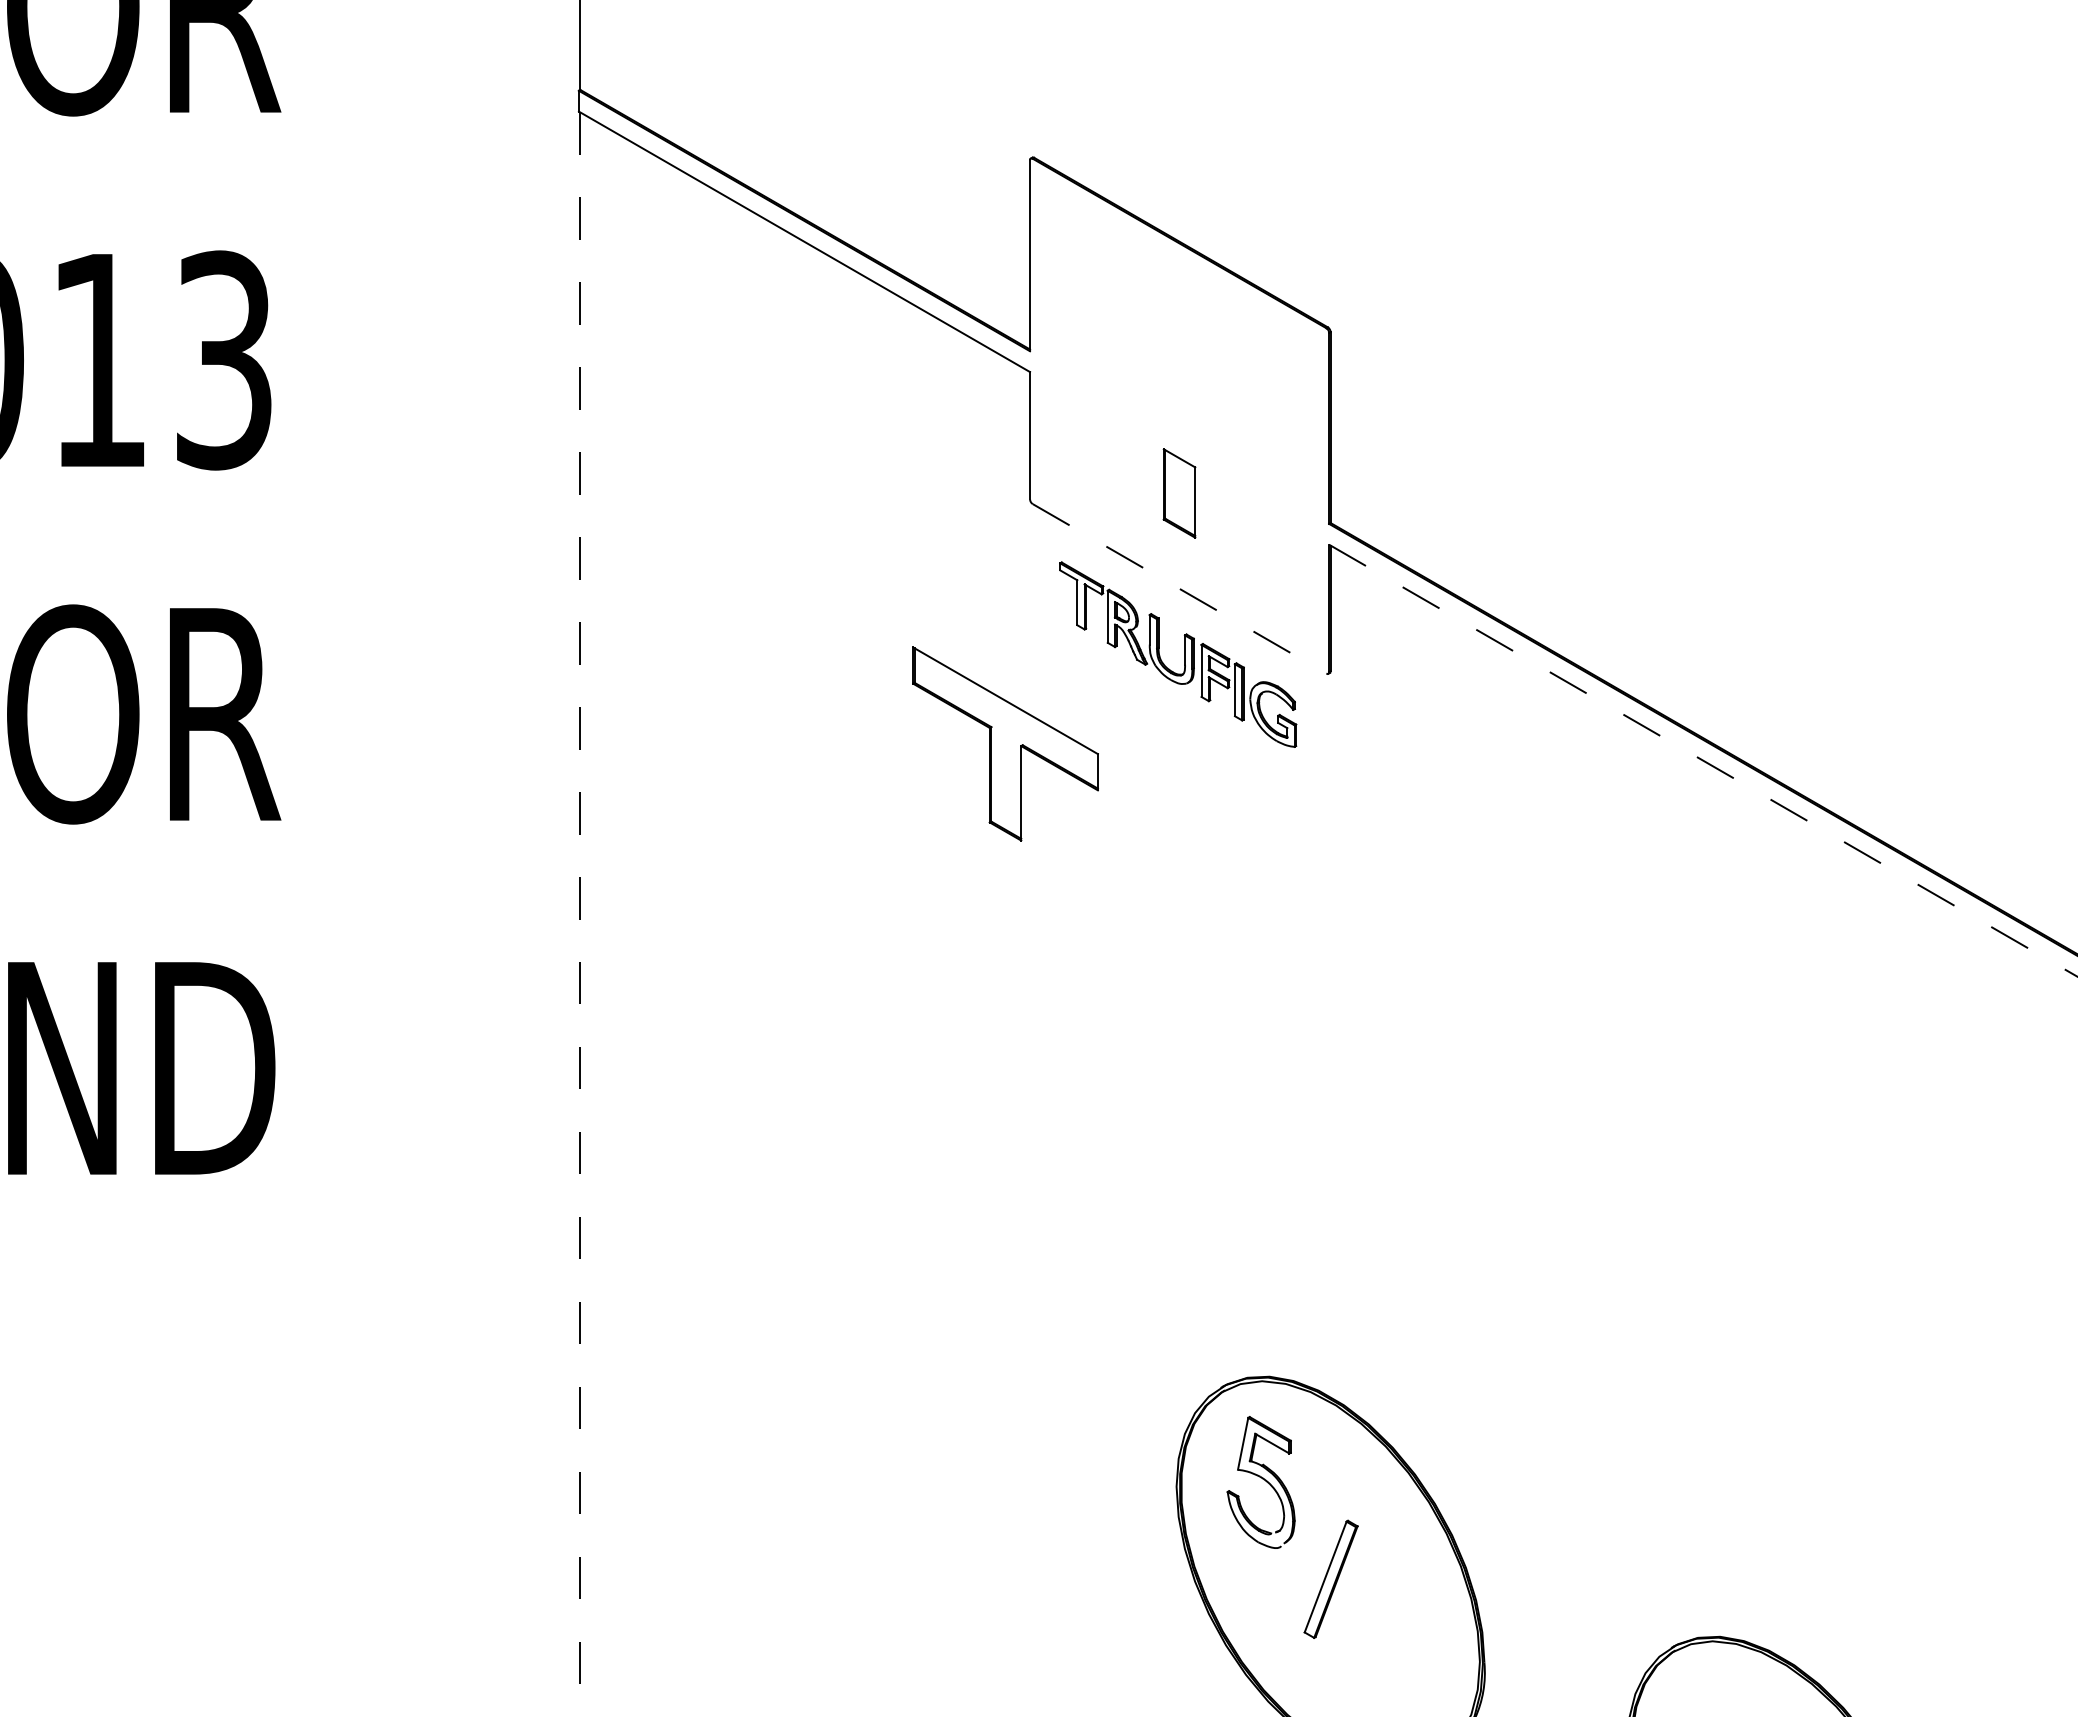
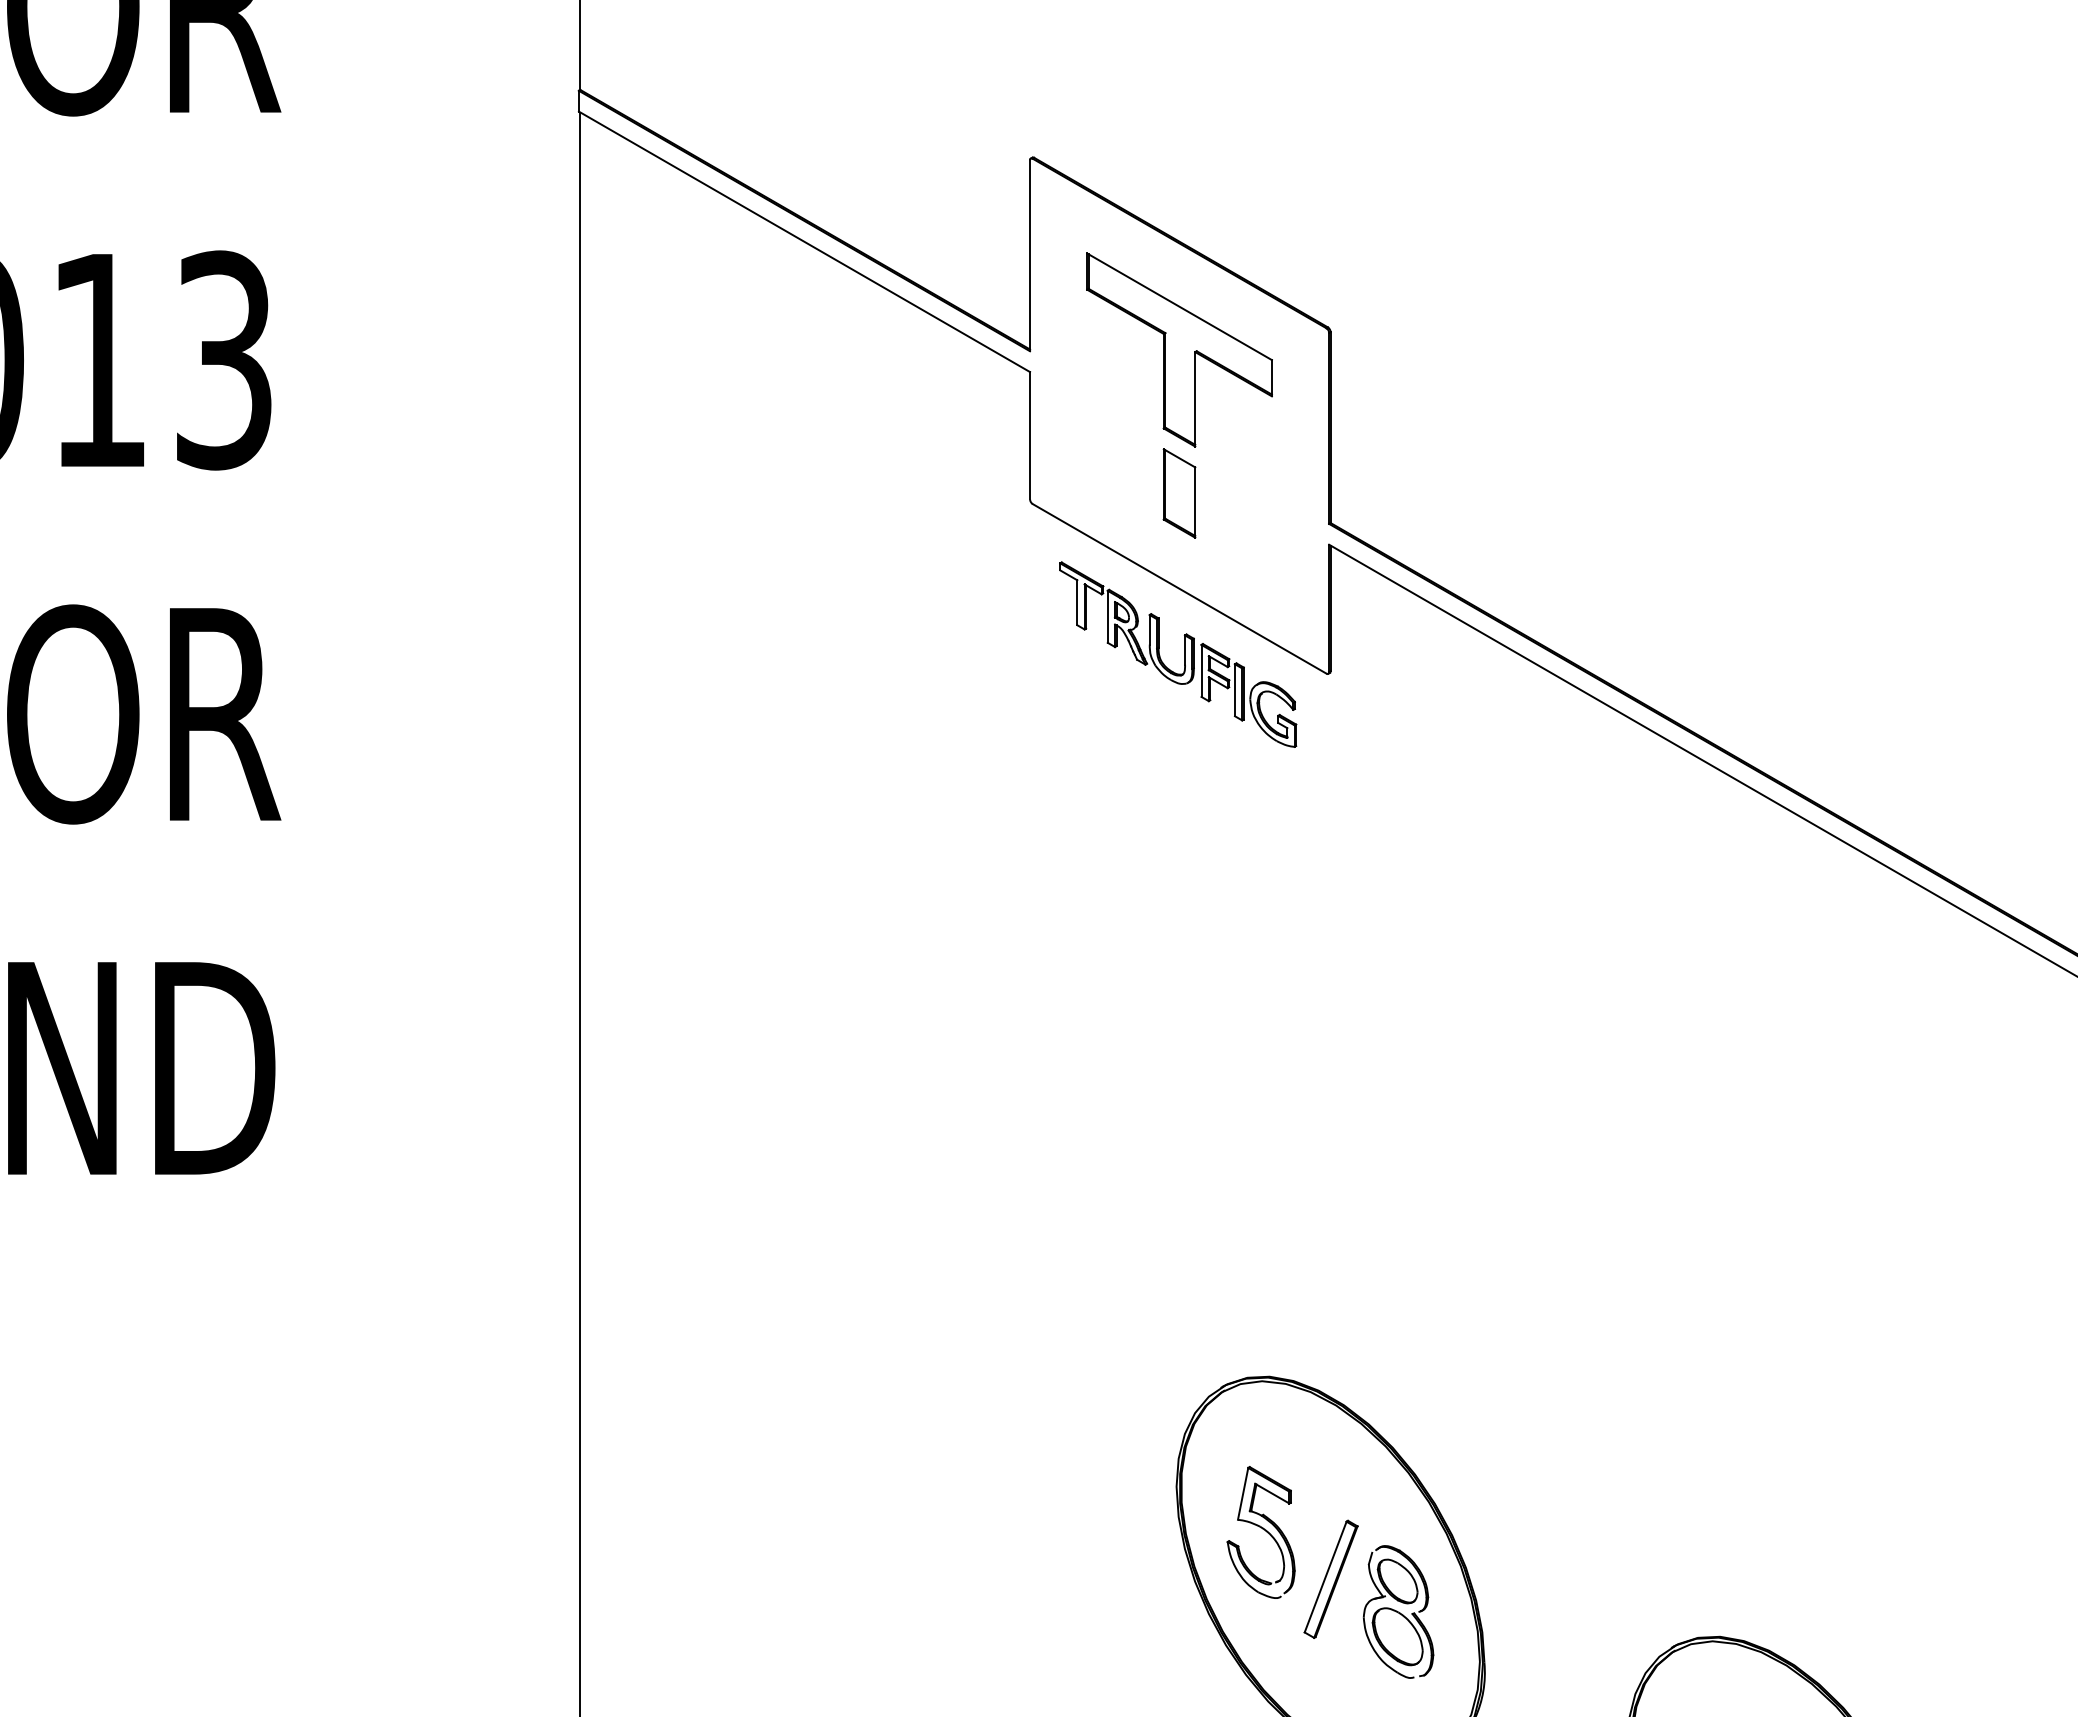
line at (1180, 589): dashed -> solid
part at (1005, 743) position: (1005, 743) -> (1179, 349)
line at (1703, 760): dashed -> solid
line at (580, 914): dashed -> solid
part at (1260, 1482) position: (1260, 1482) -> (1260, 1532)
part at (1398, 1611): none -> present
